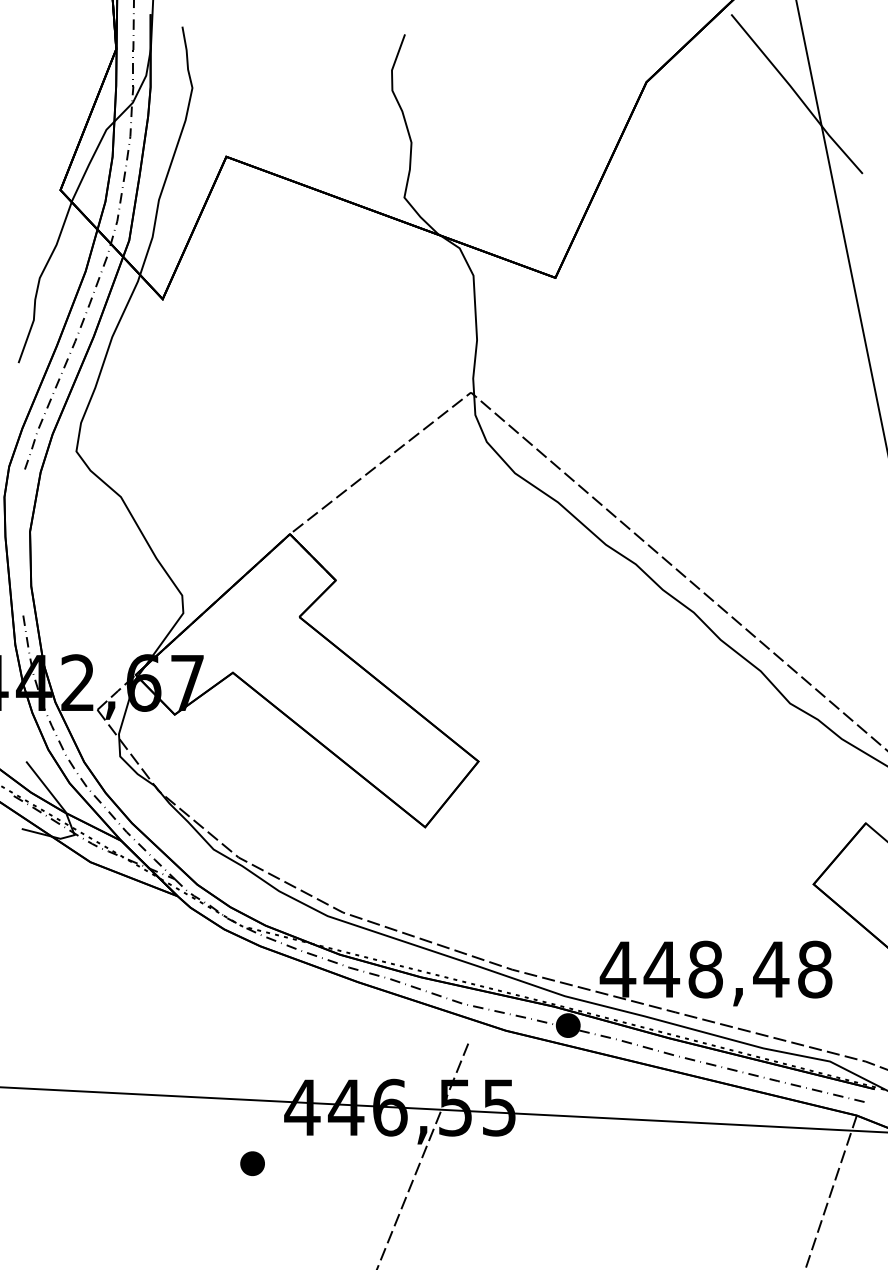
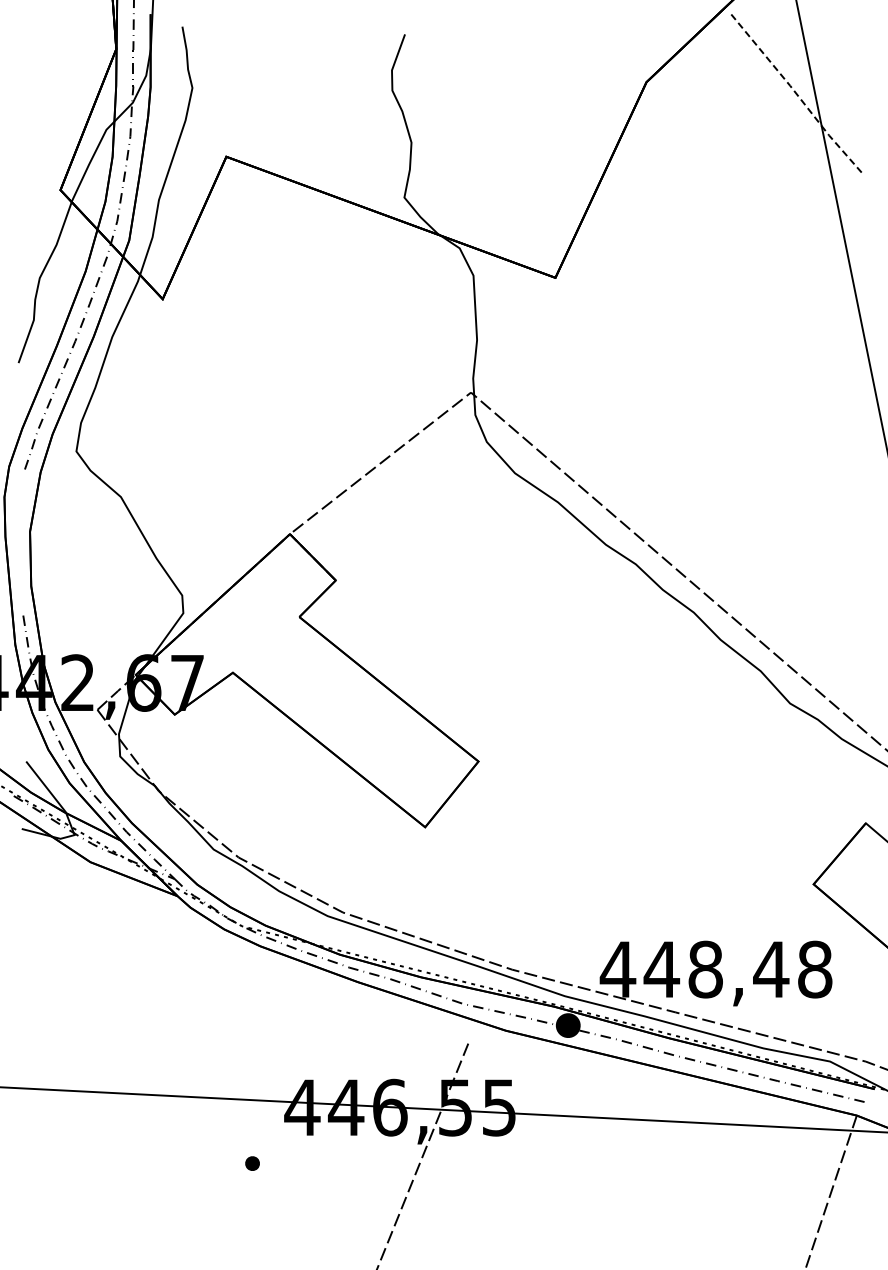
line at (797, 95): solid -> dashed
part at (252, 1163) size: 25x25 px -> 15x15 px
